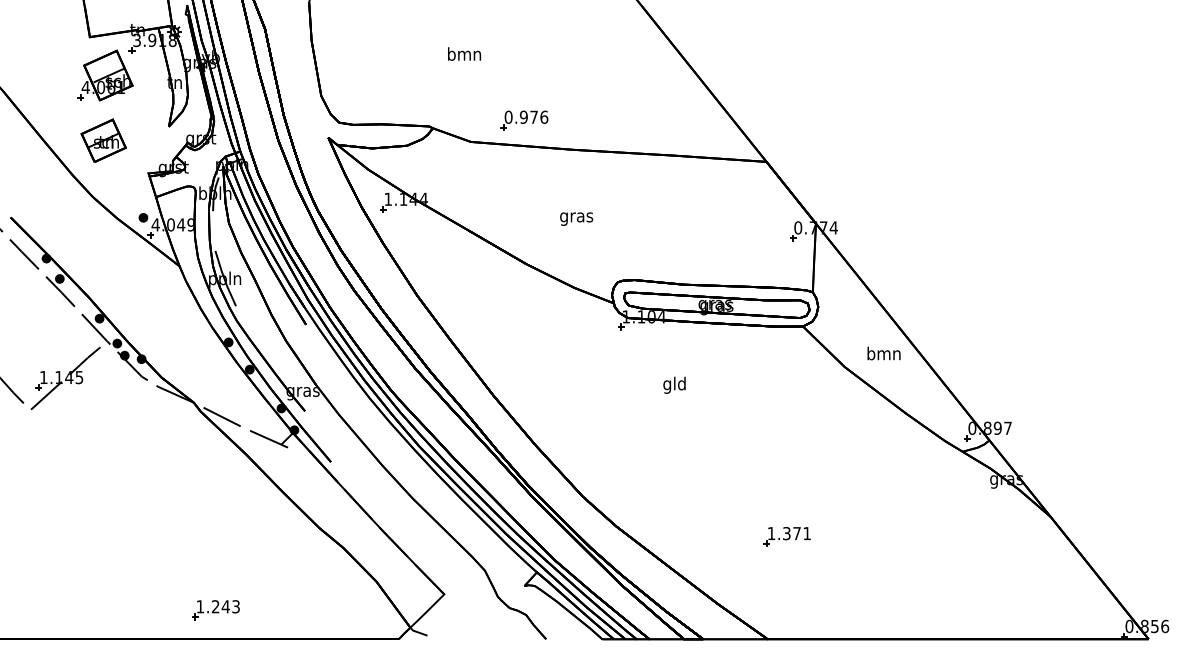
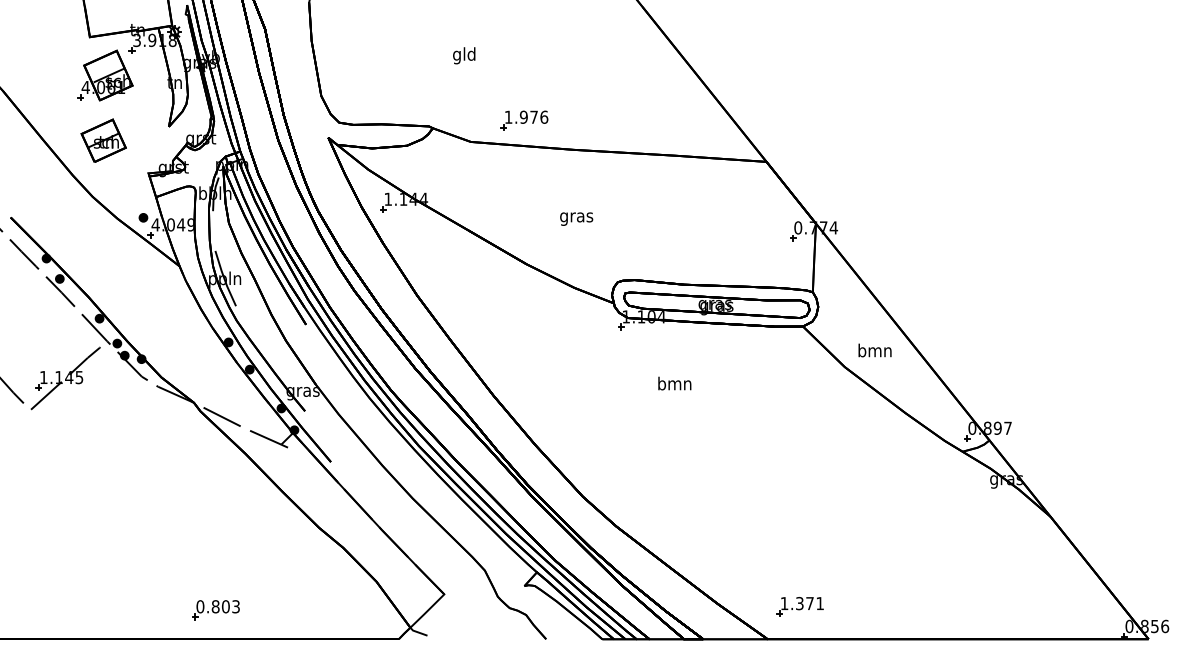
text at (464, 55): bmn -> gld
text at (508, 116): 0.976 -> 1.976
text at (883, 353) position: (883, 353) -> (874, 350)
text at (674, 384): gld -> bmn
part at (786, 536) position: (786, 536) -> (799, 606)
text at (213, 606): 1.243 -> 0.803
